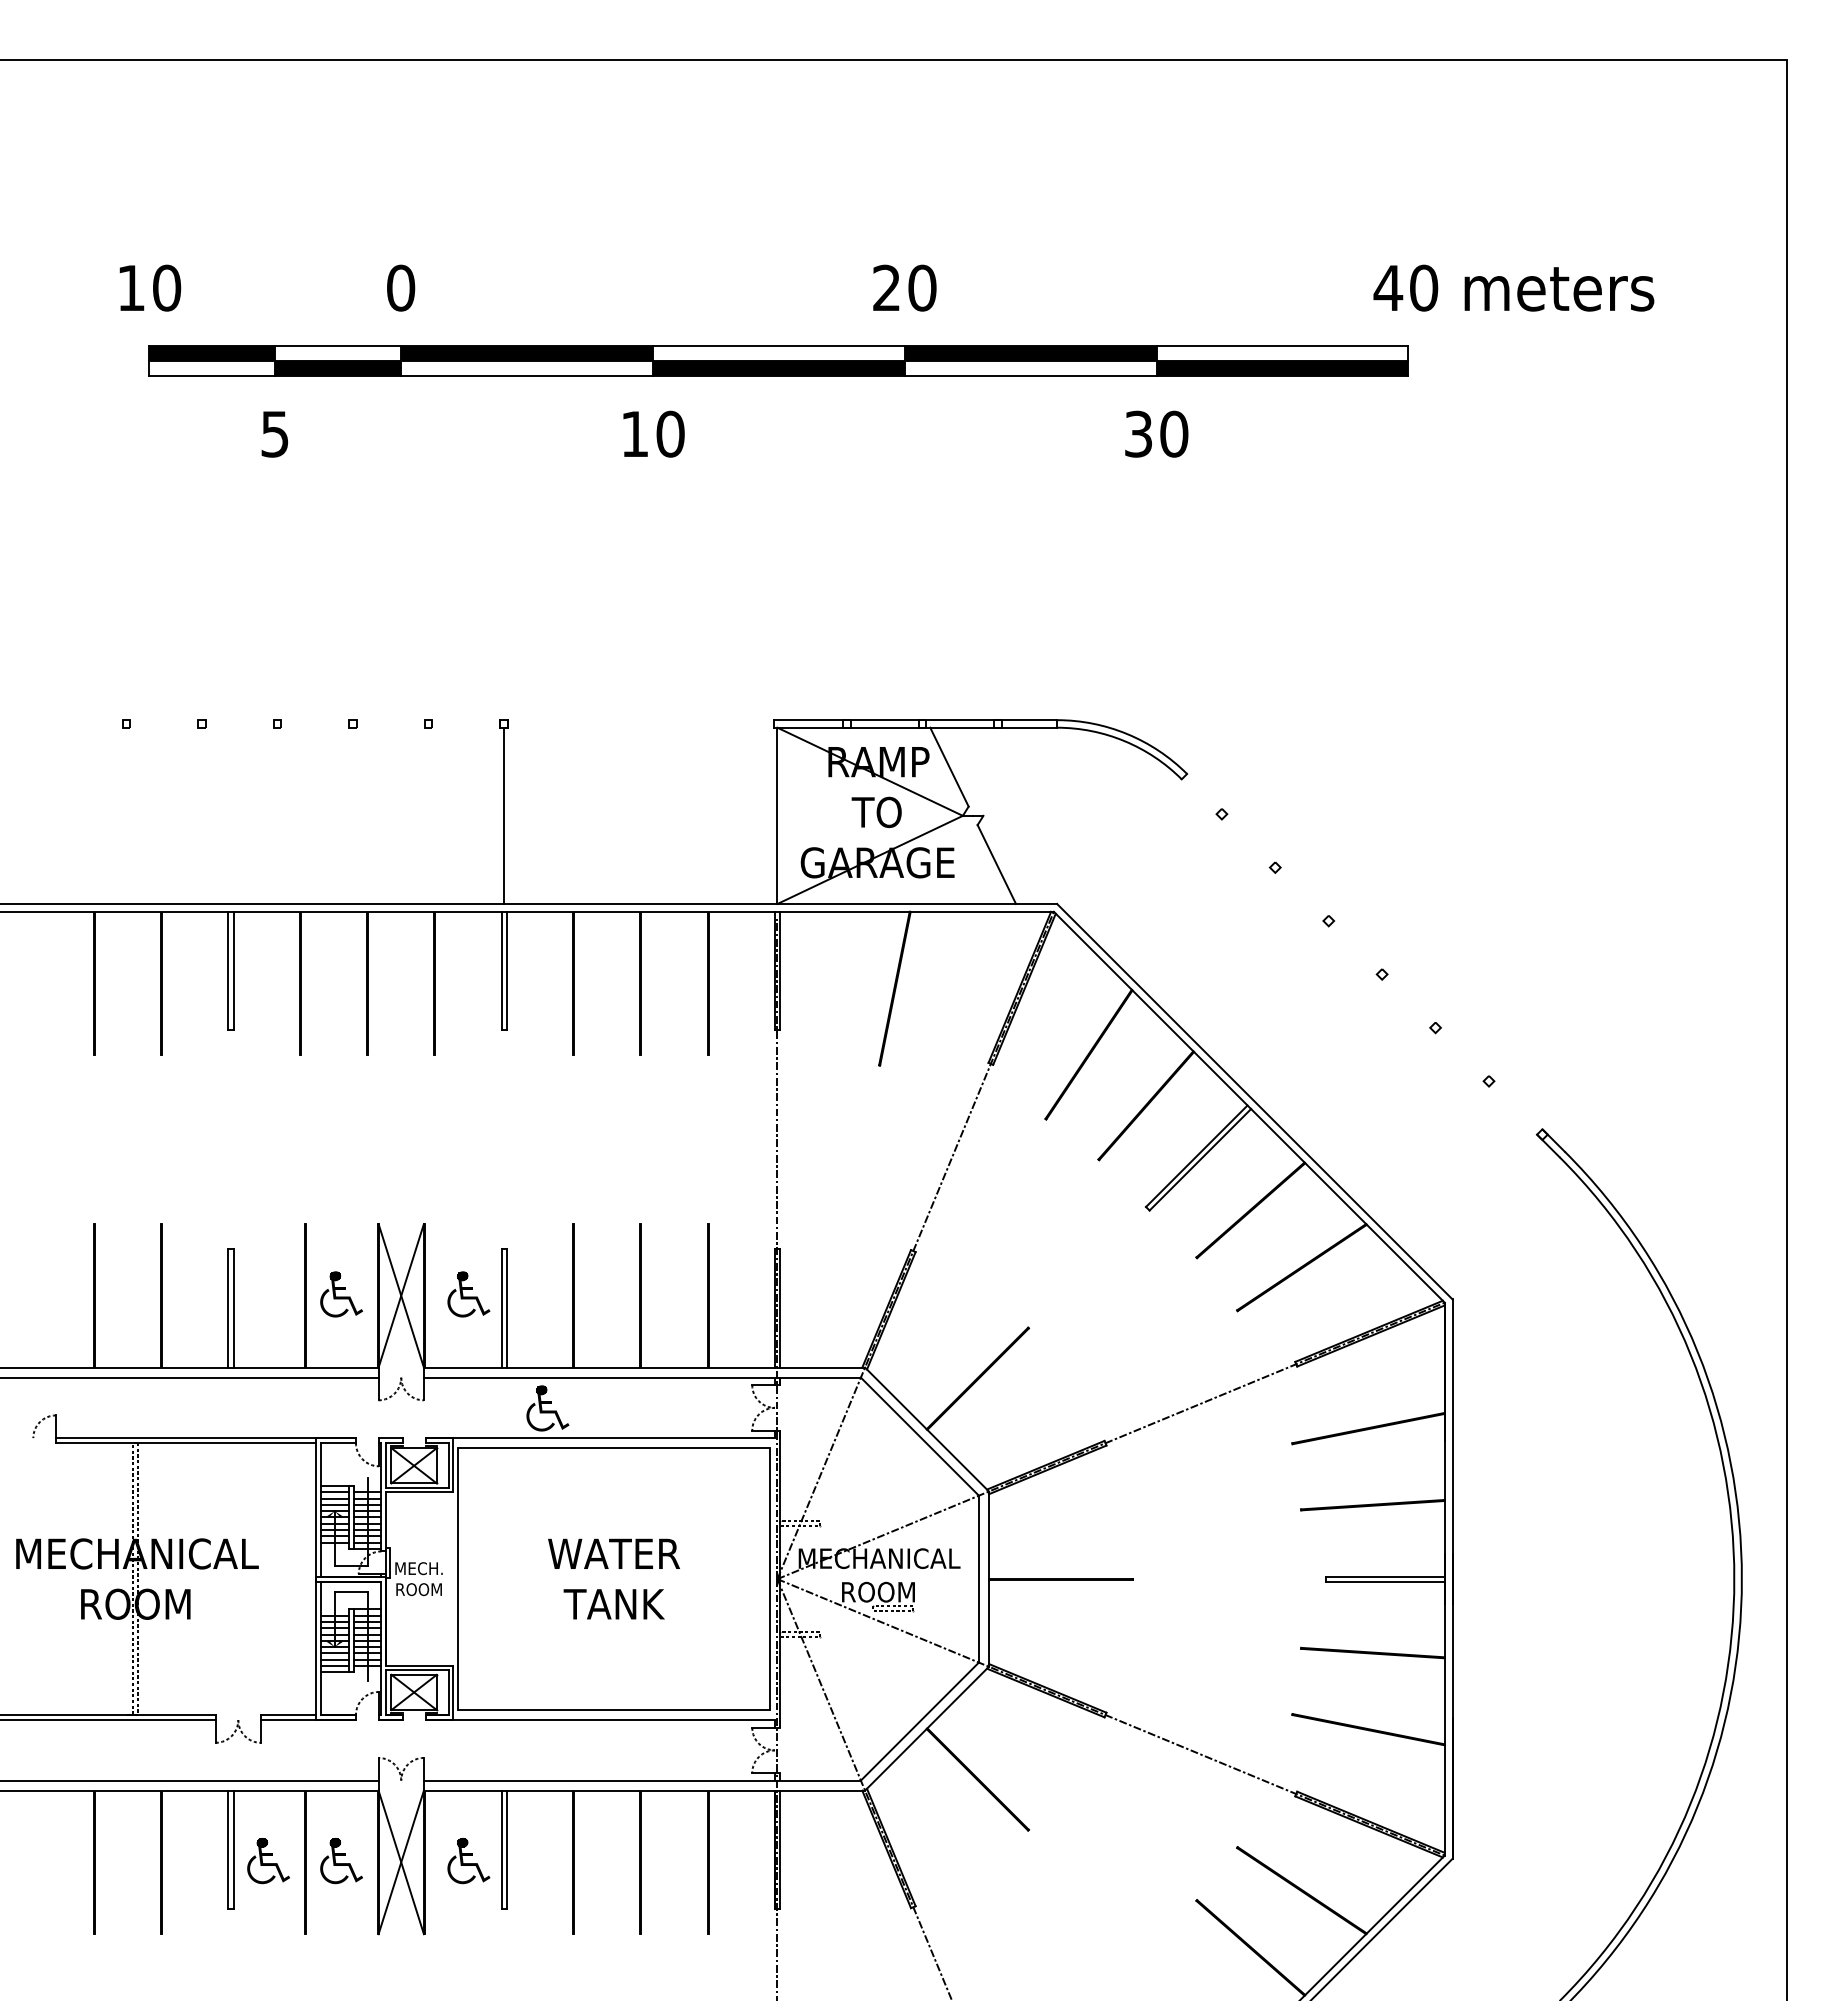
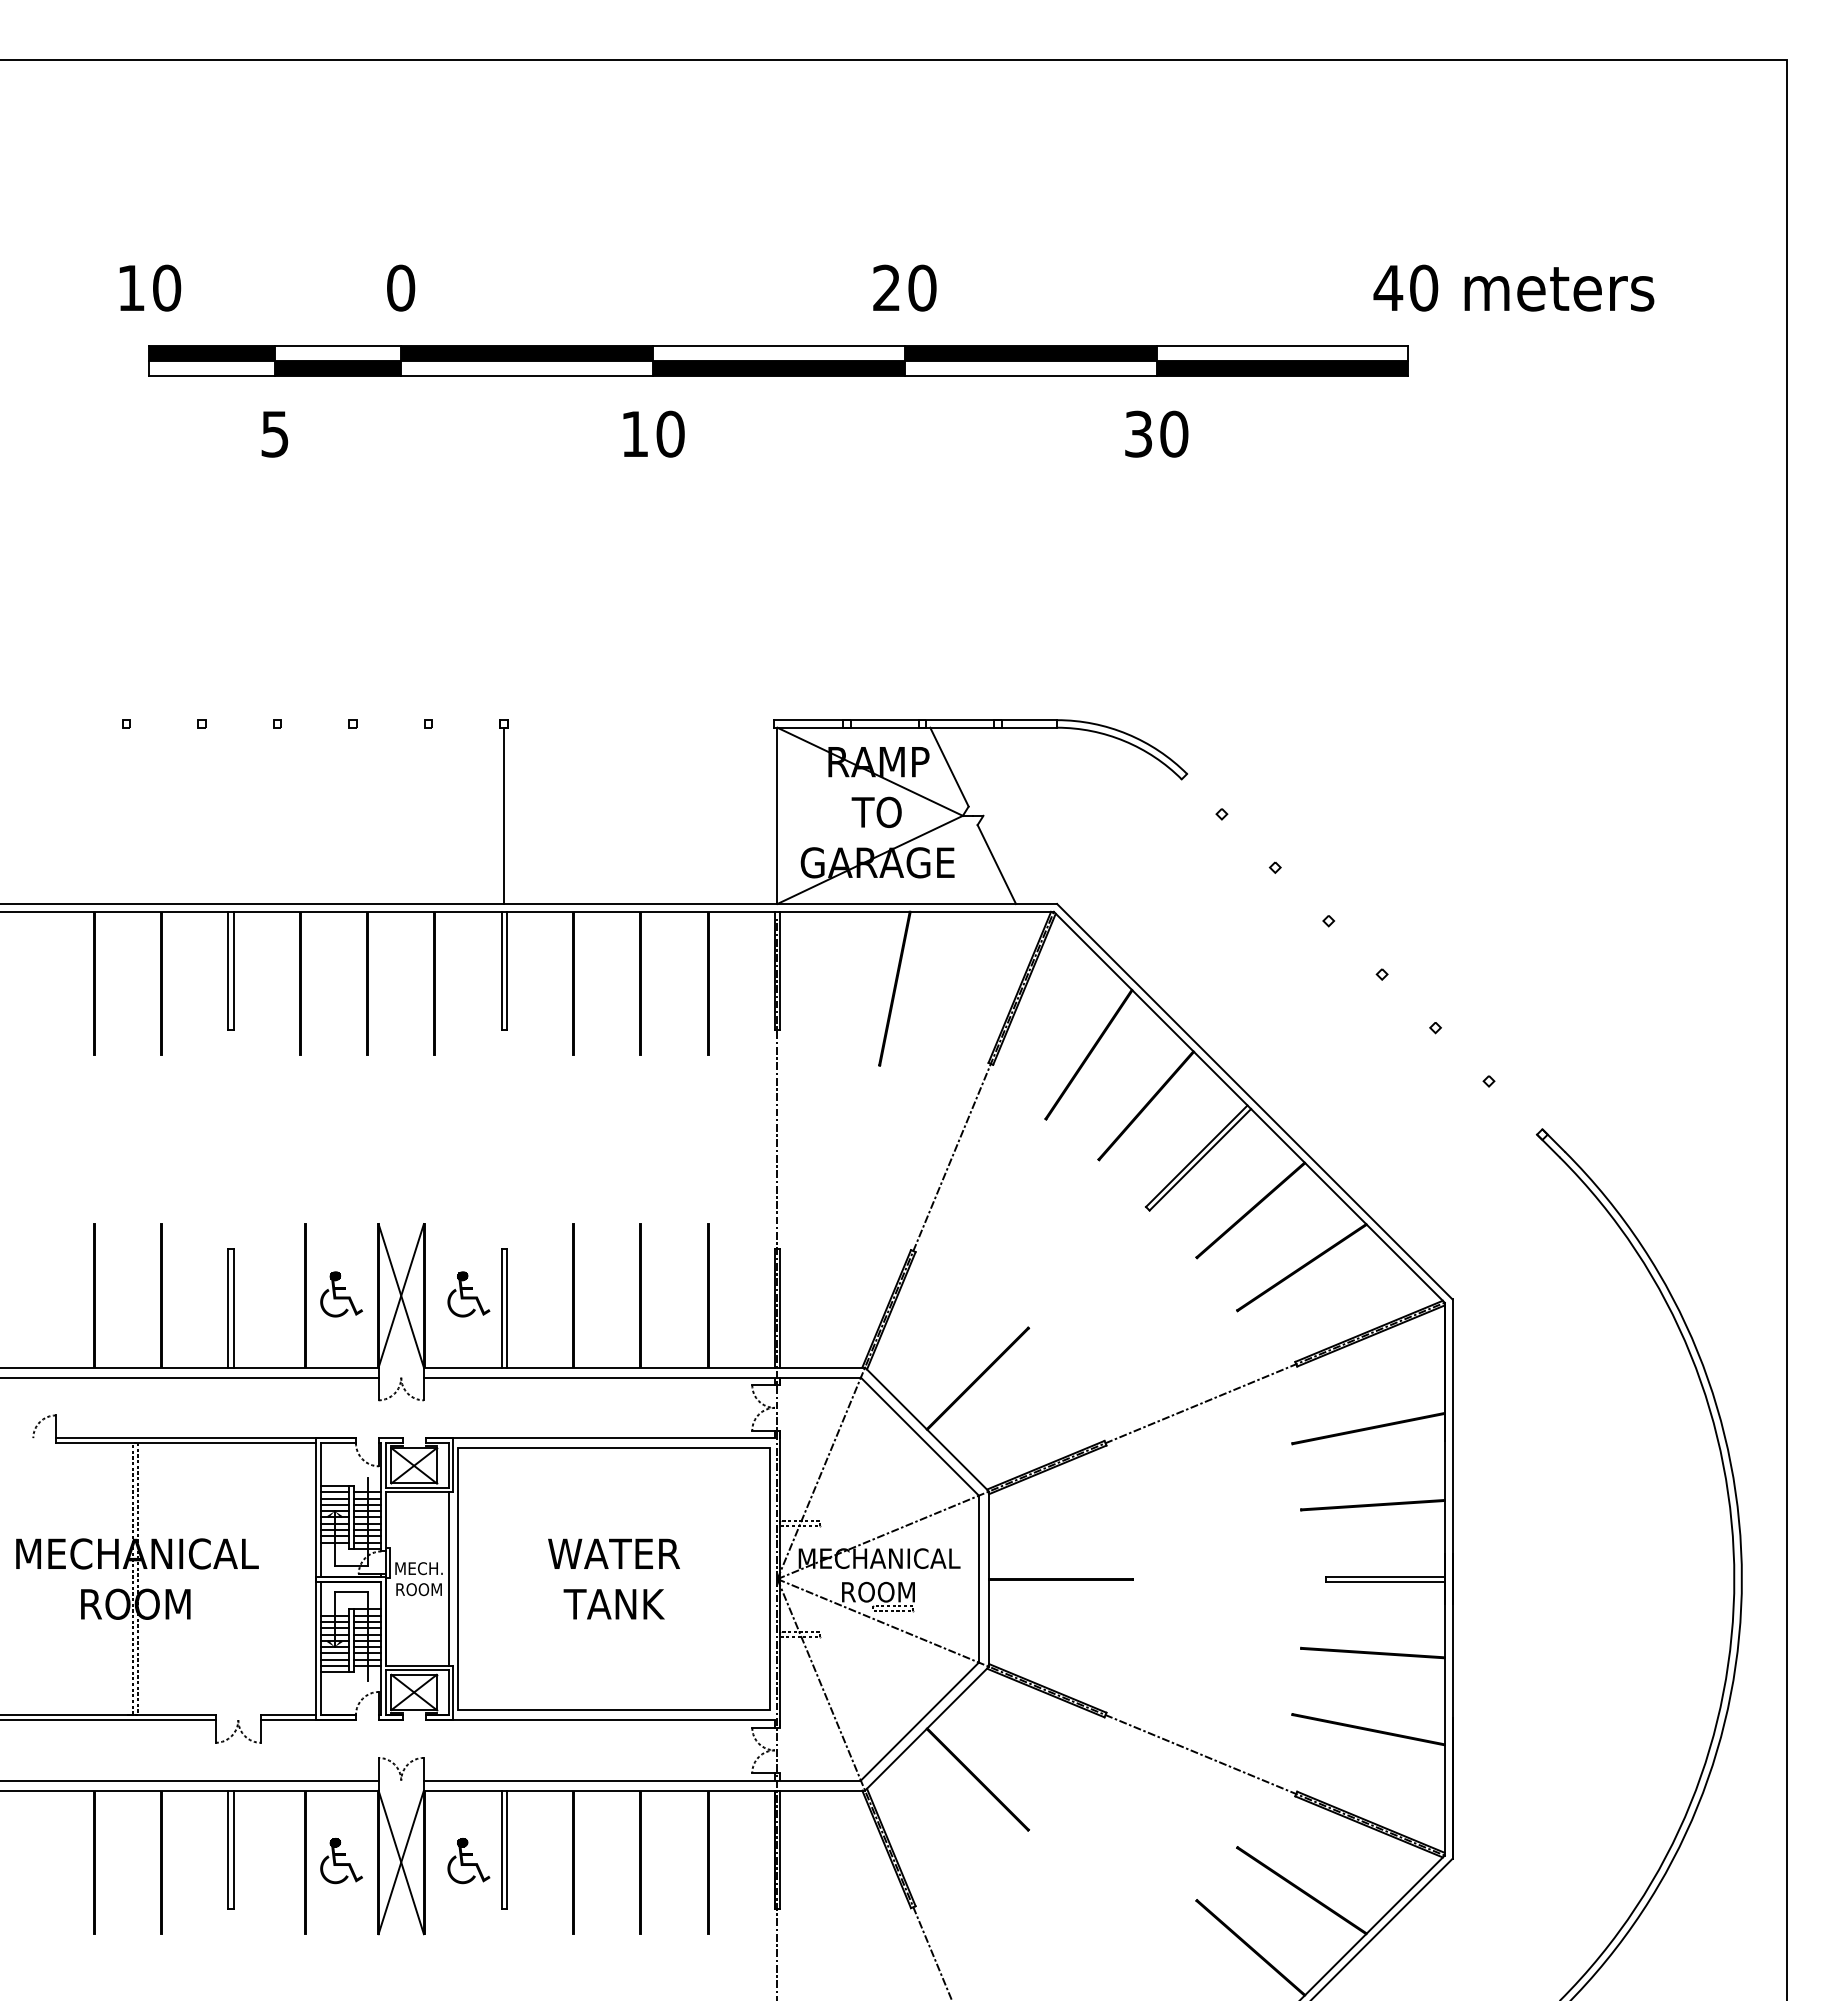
part at (547, 1408): present -> none
line at (449, 1579): none -> present
part at (268, 1861): present -> none
